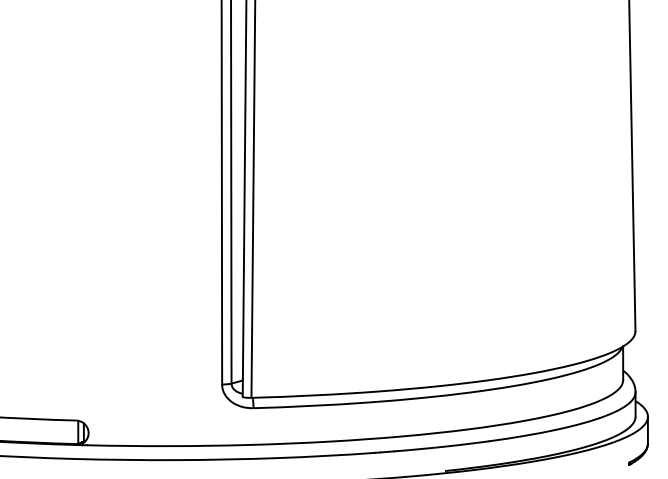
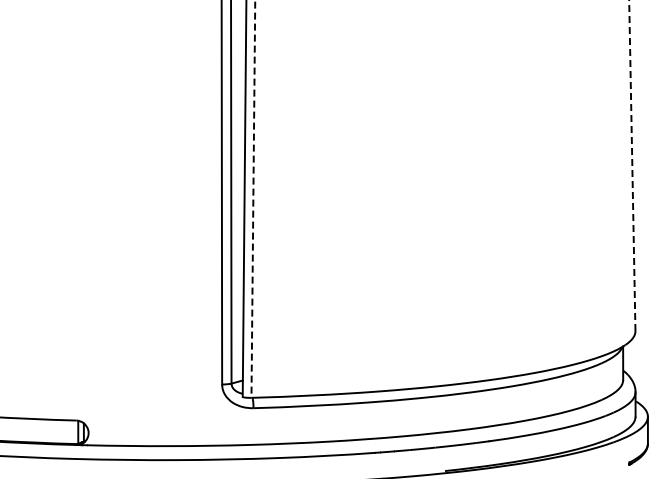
line at (632, 165): solid -> dashed
line at (253, 199): solid -> dashed
